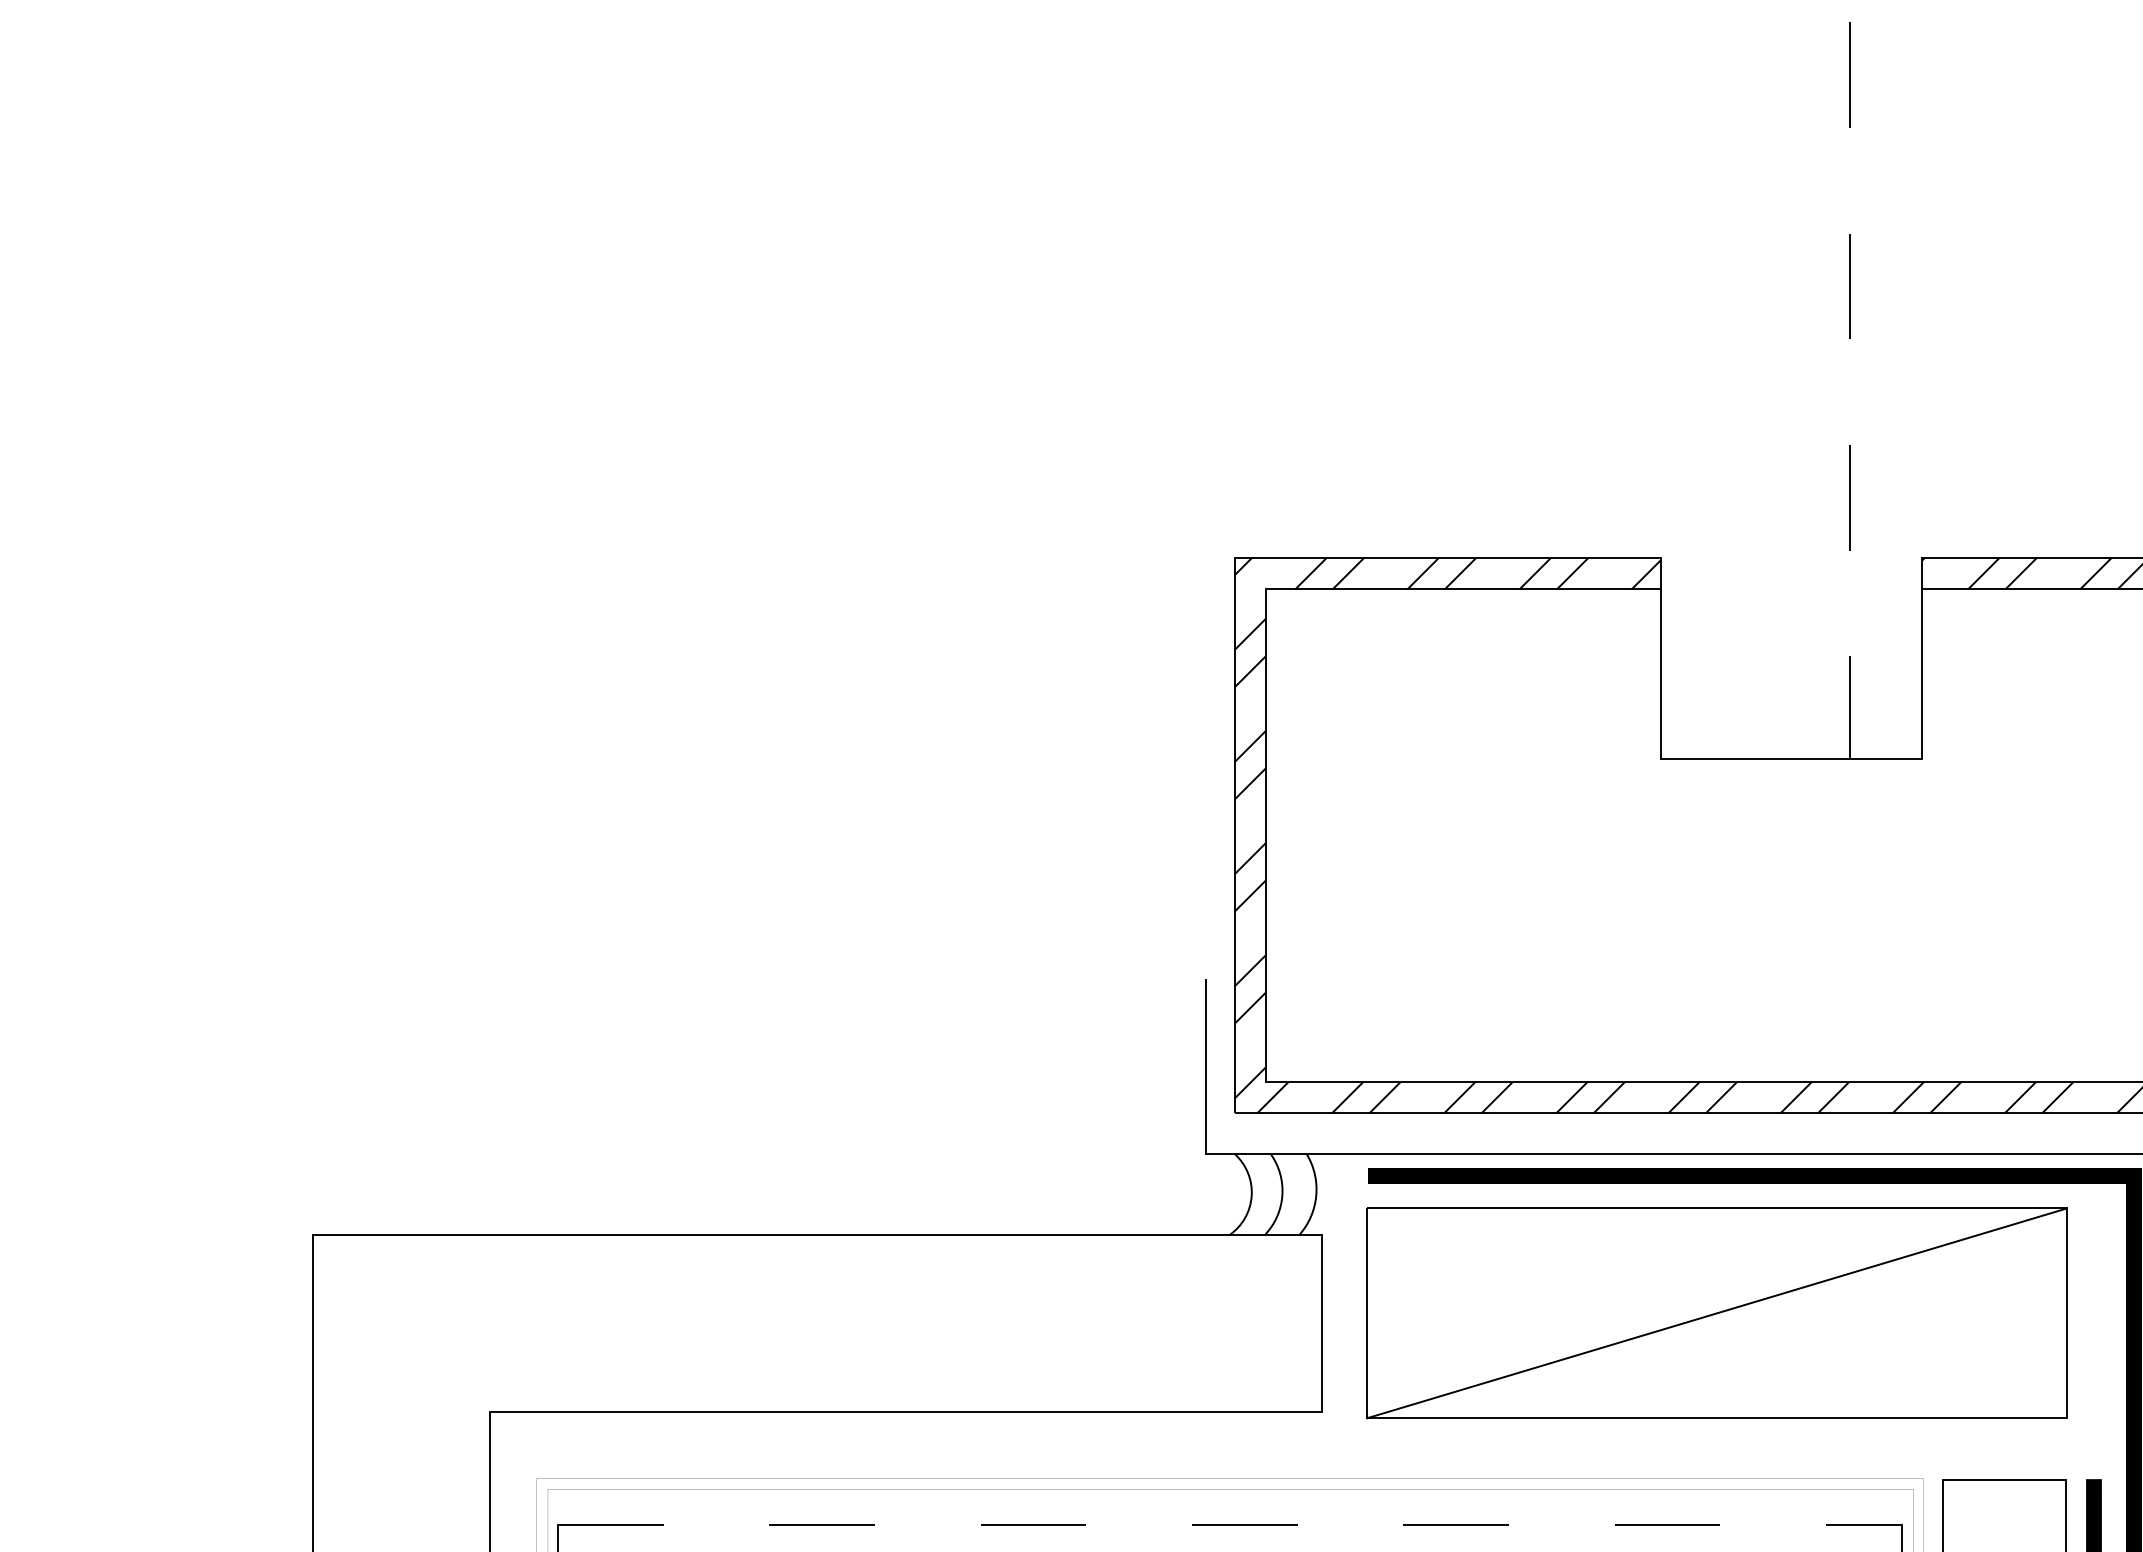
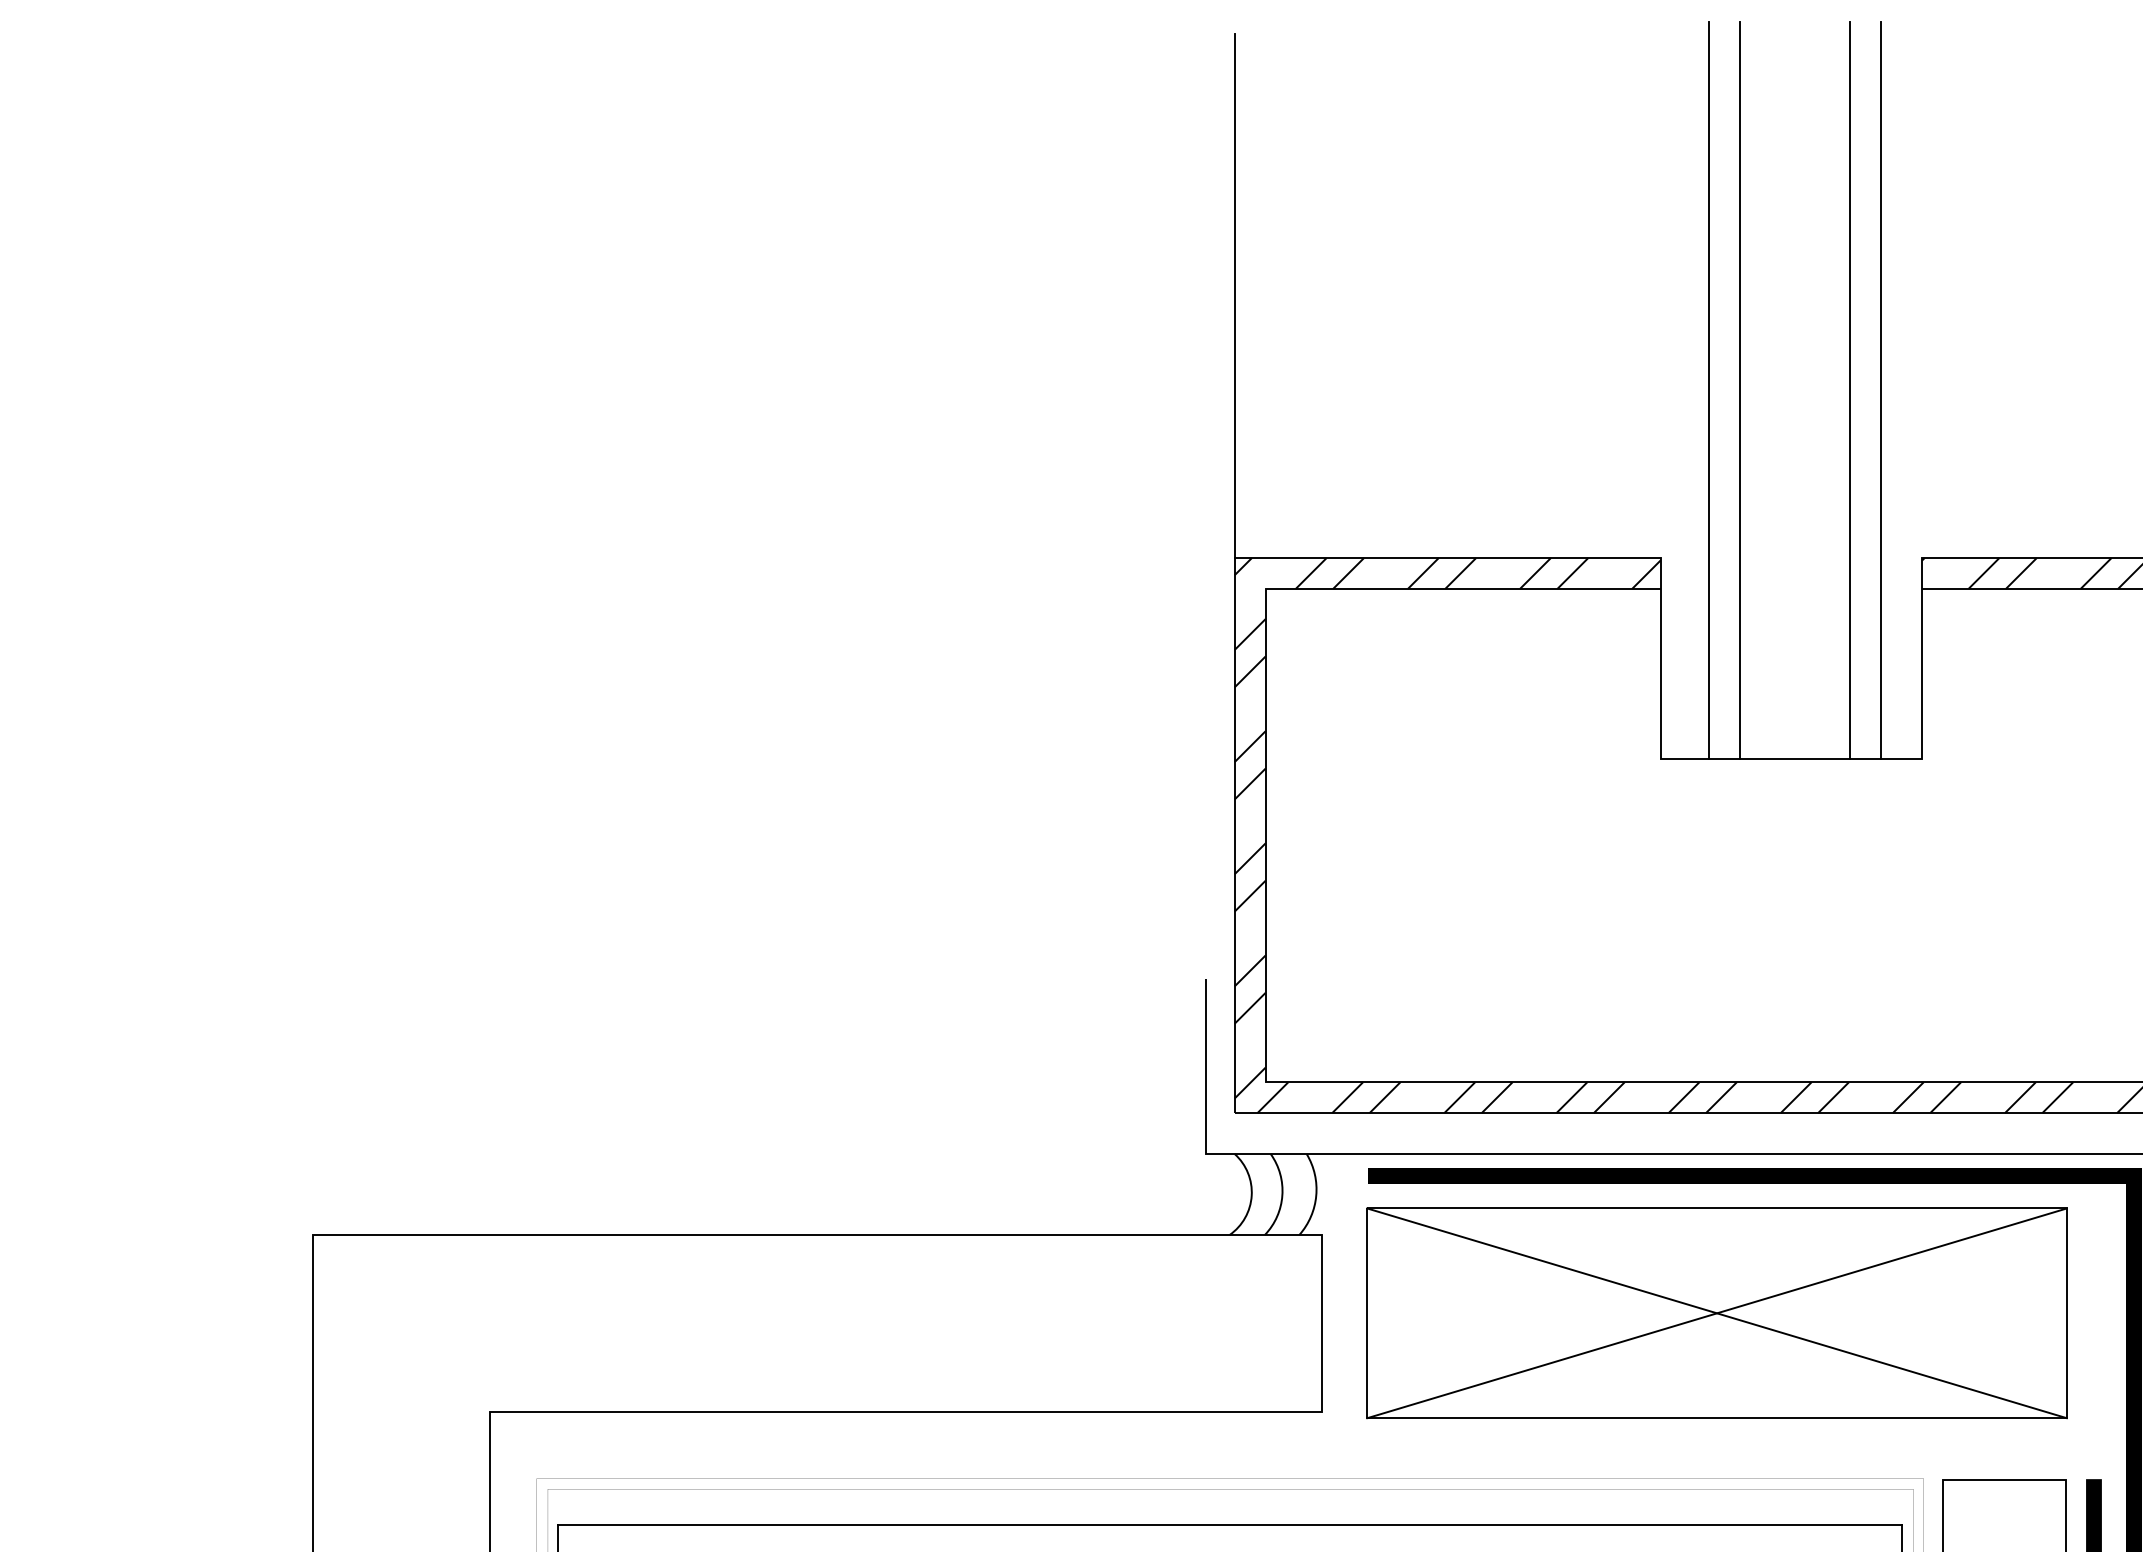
line at (1234, 295): none -> present
line at (1709, 390): none -> present
line at (1739, 390): none -> present
line at (1880, 390): none -> present
line at (1850, 391): dashed -> solid
line at (1716, 1313): none -> present
line at (1229, 1525): dashed -> solid
